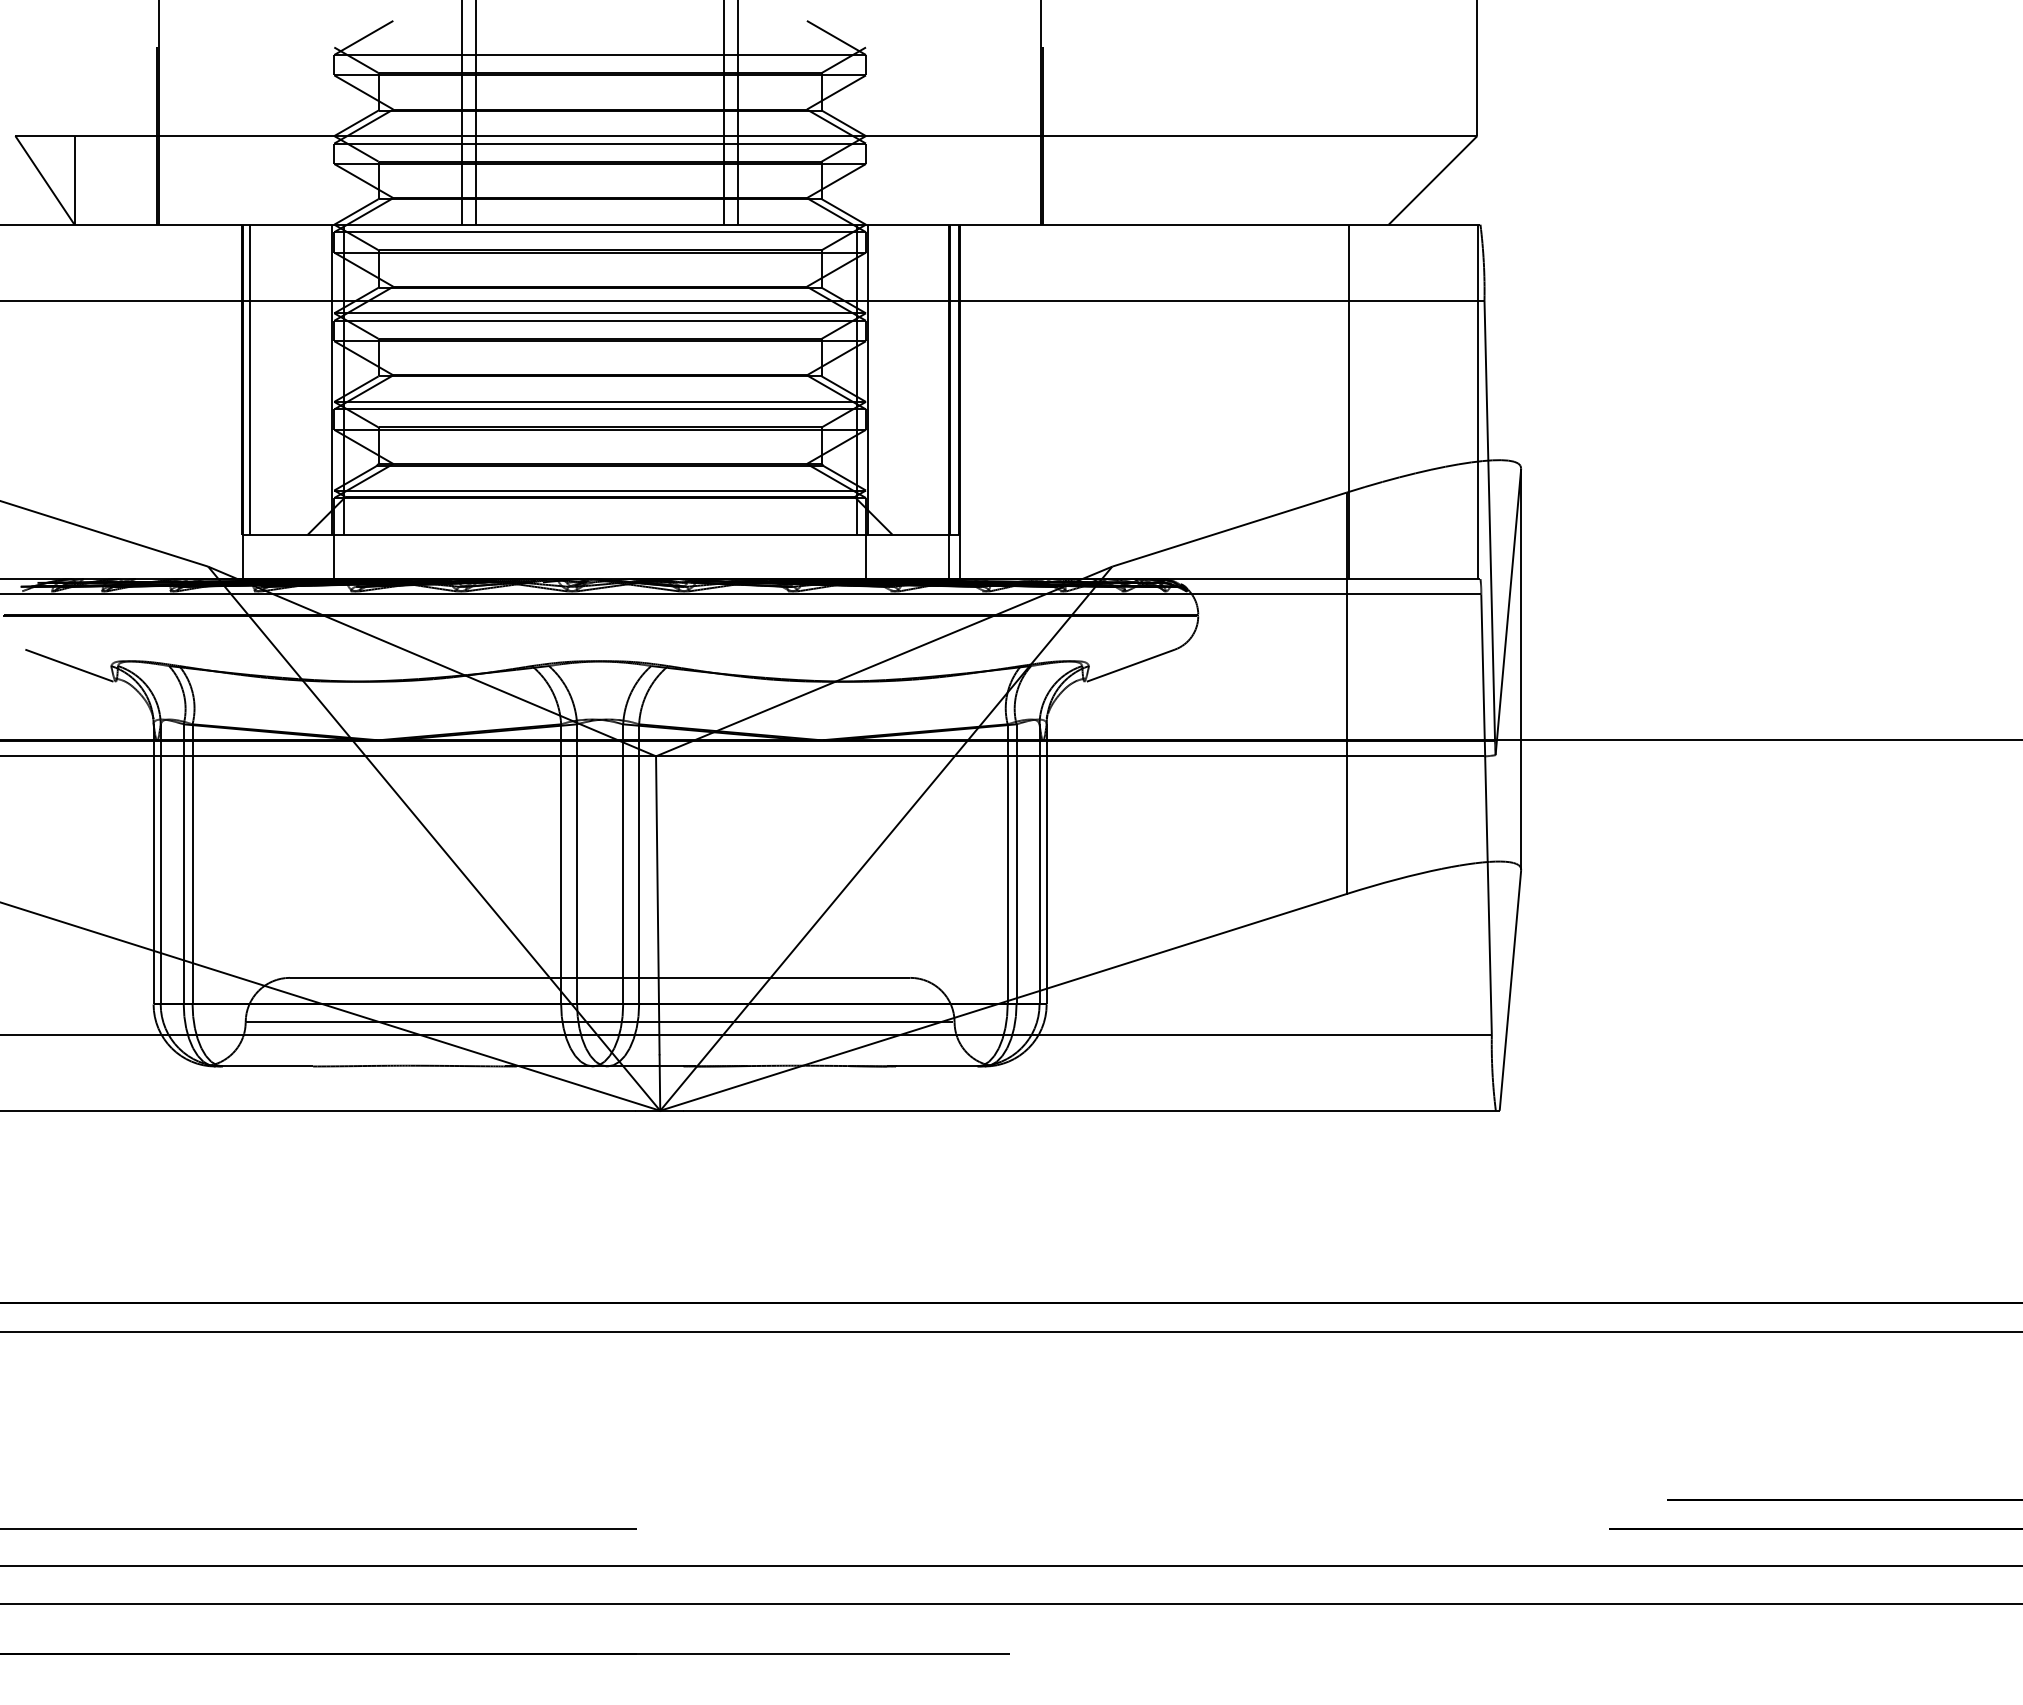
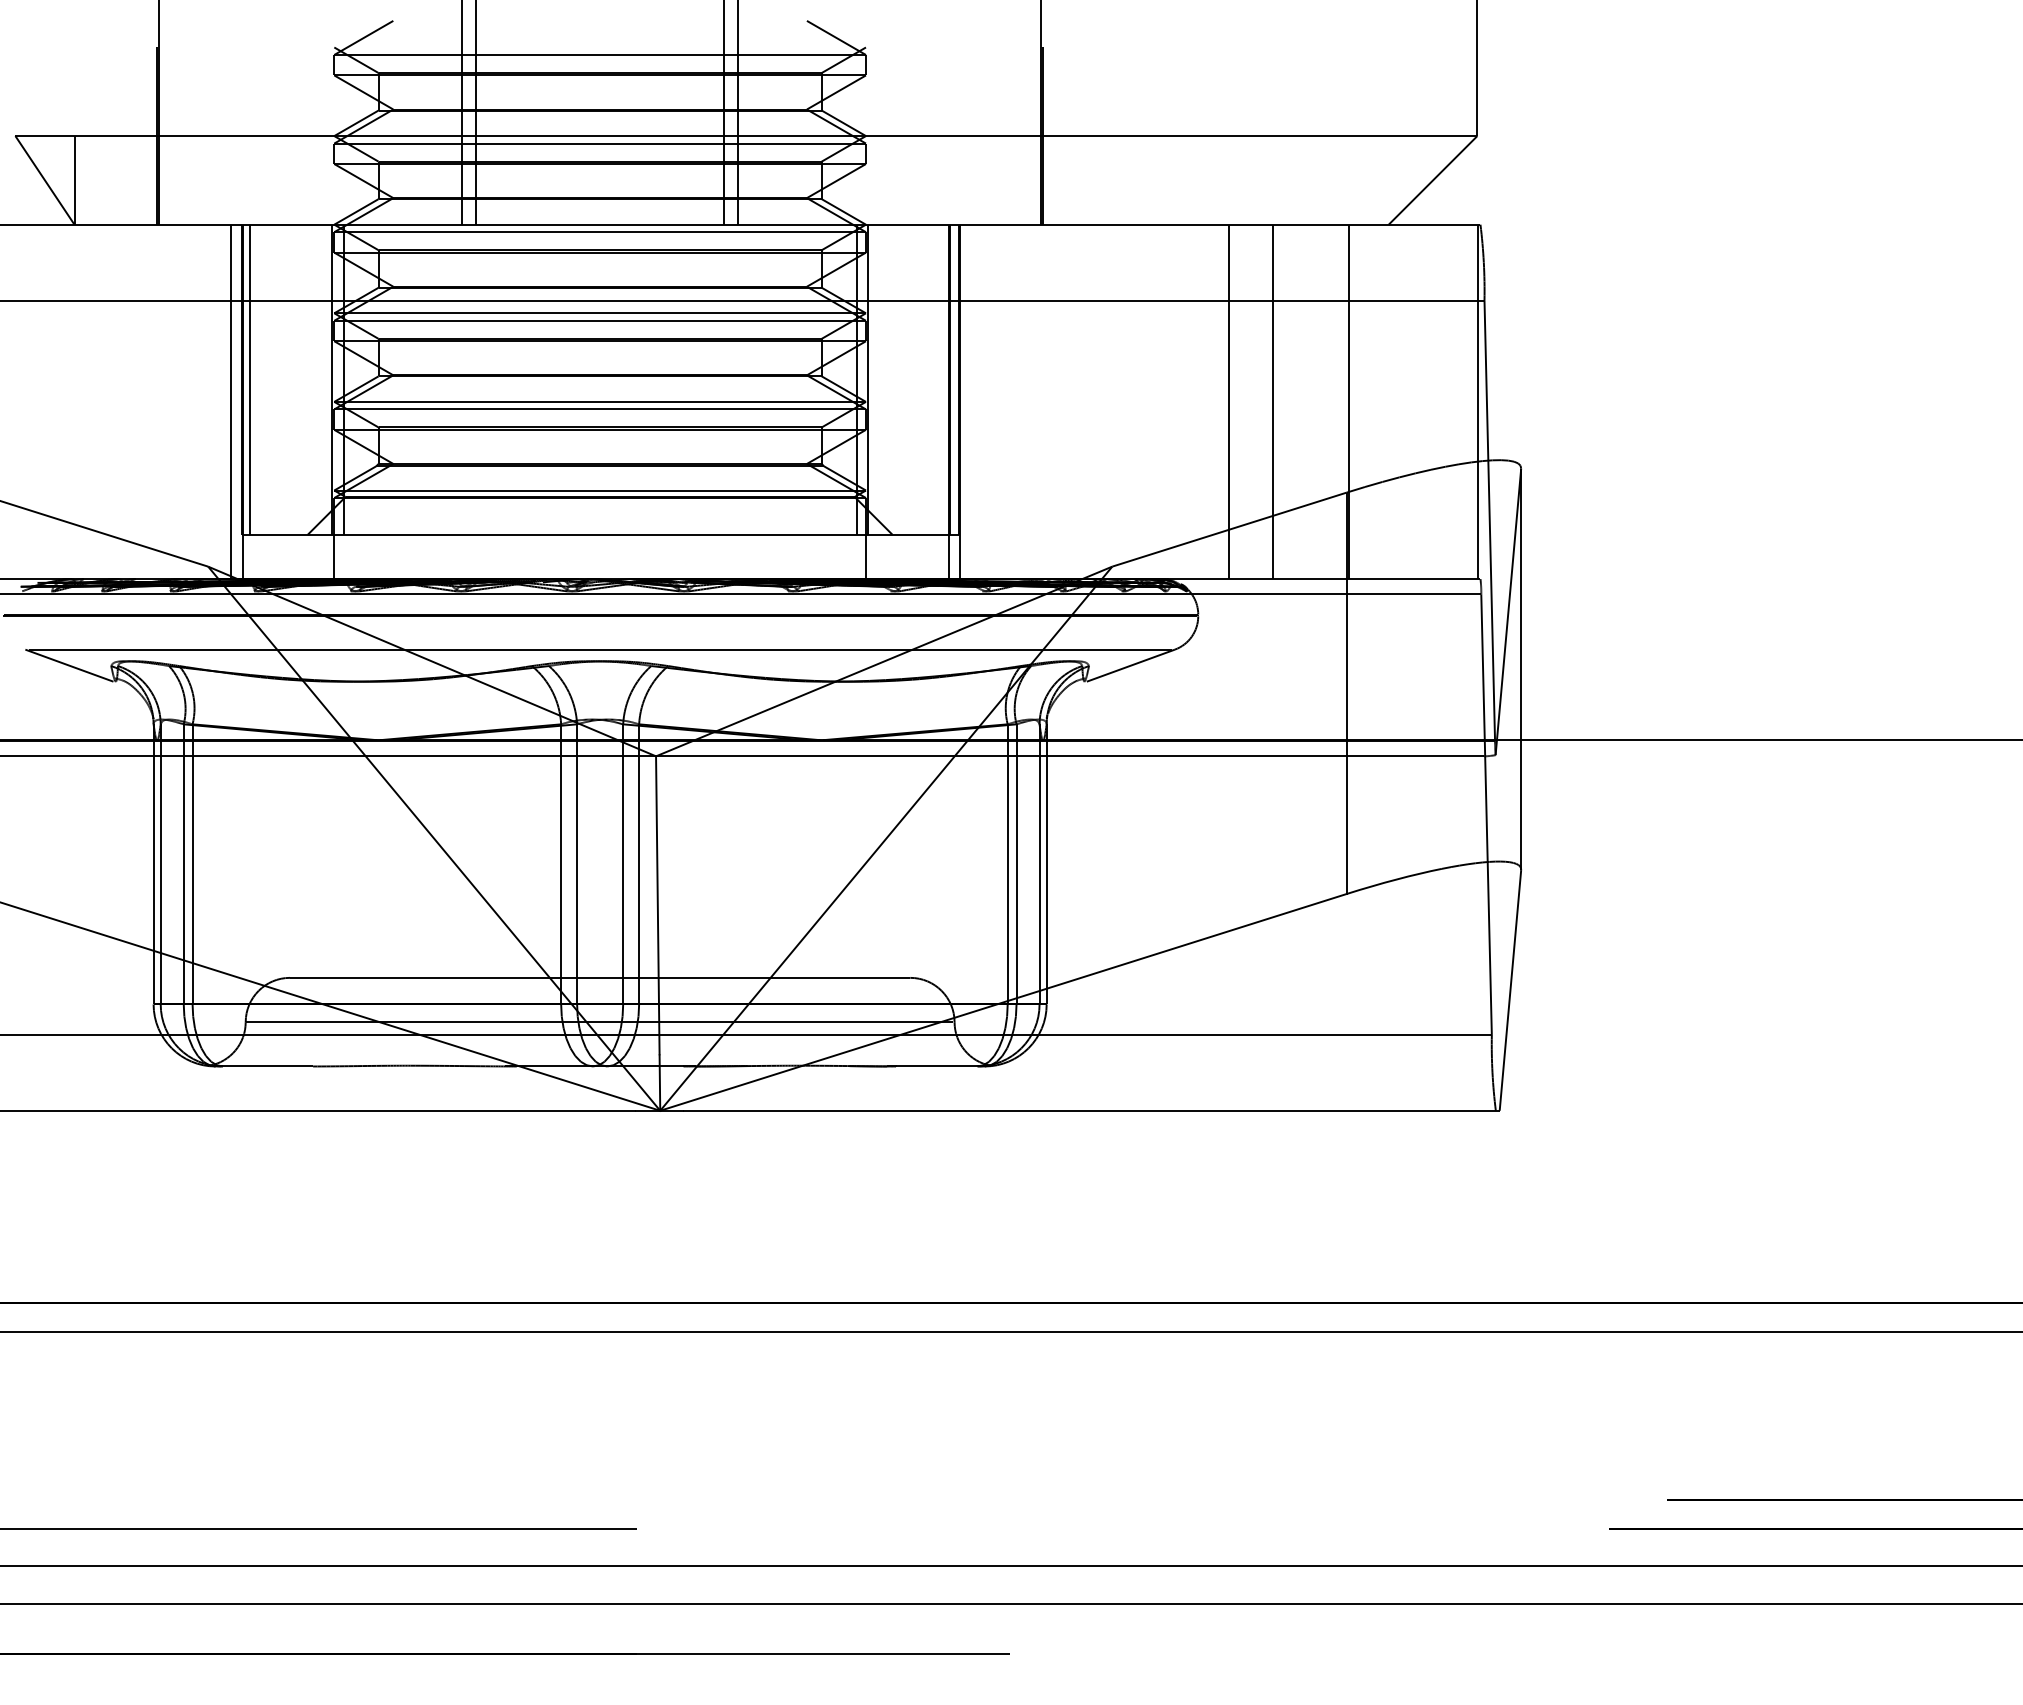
line at (231, 401): none -> present
line at (1228, 401): none -> present
line at (1273, 401): none -> present
line at (599, 649): none -> present
